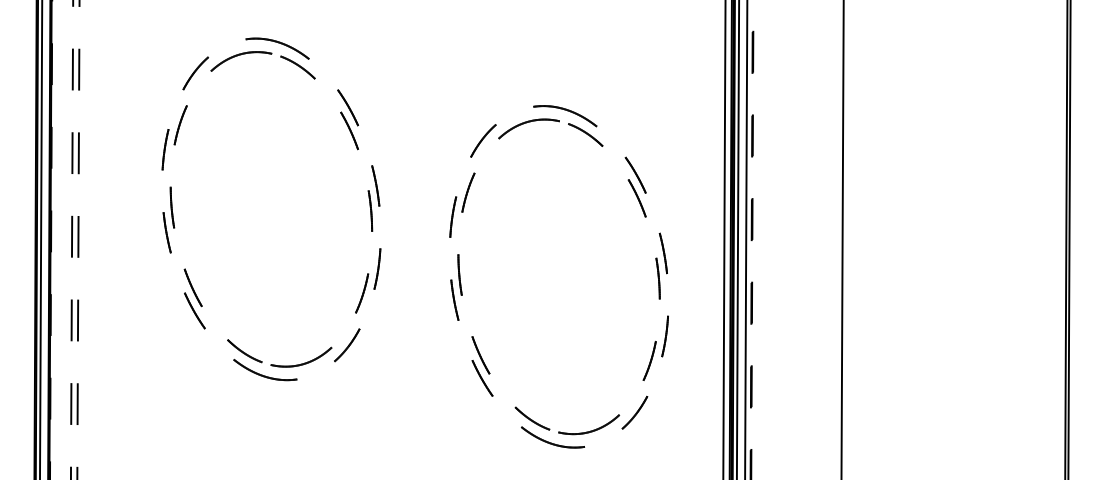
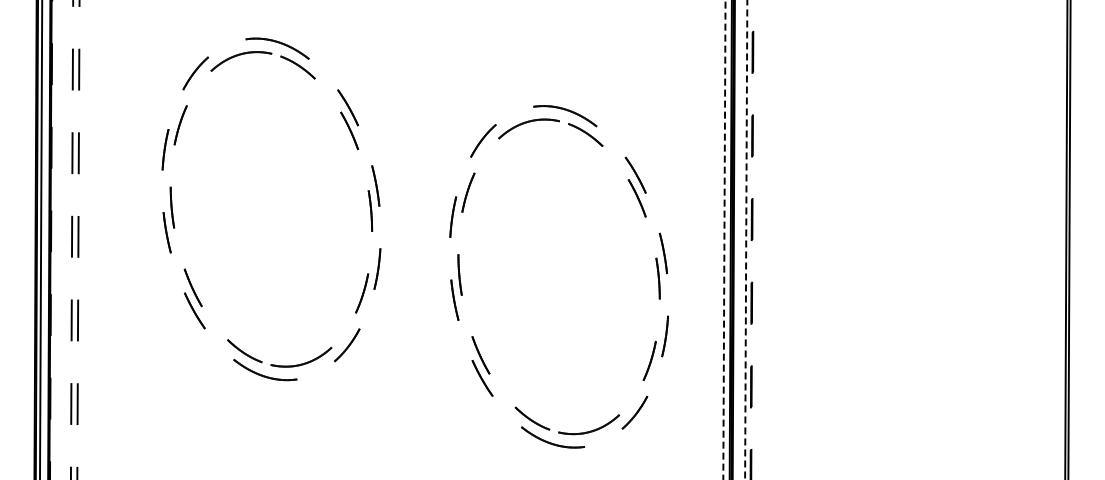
line at (724, 239): solid -> dashed
line at (737, 239): present -> none
line at (746, 239): solid -> dashed
line at (842, 239): present -> none
